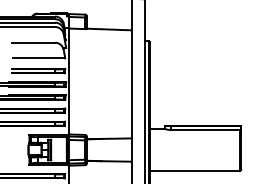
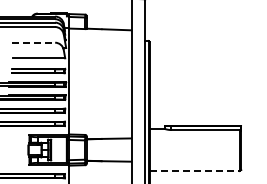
line at (34, 42): solid -> dashed
line at (194, 170): solid -> dashed
